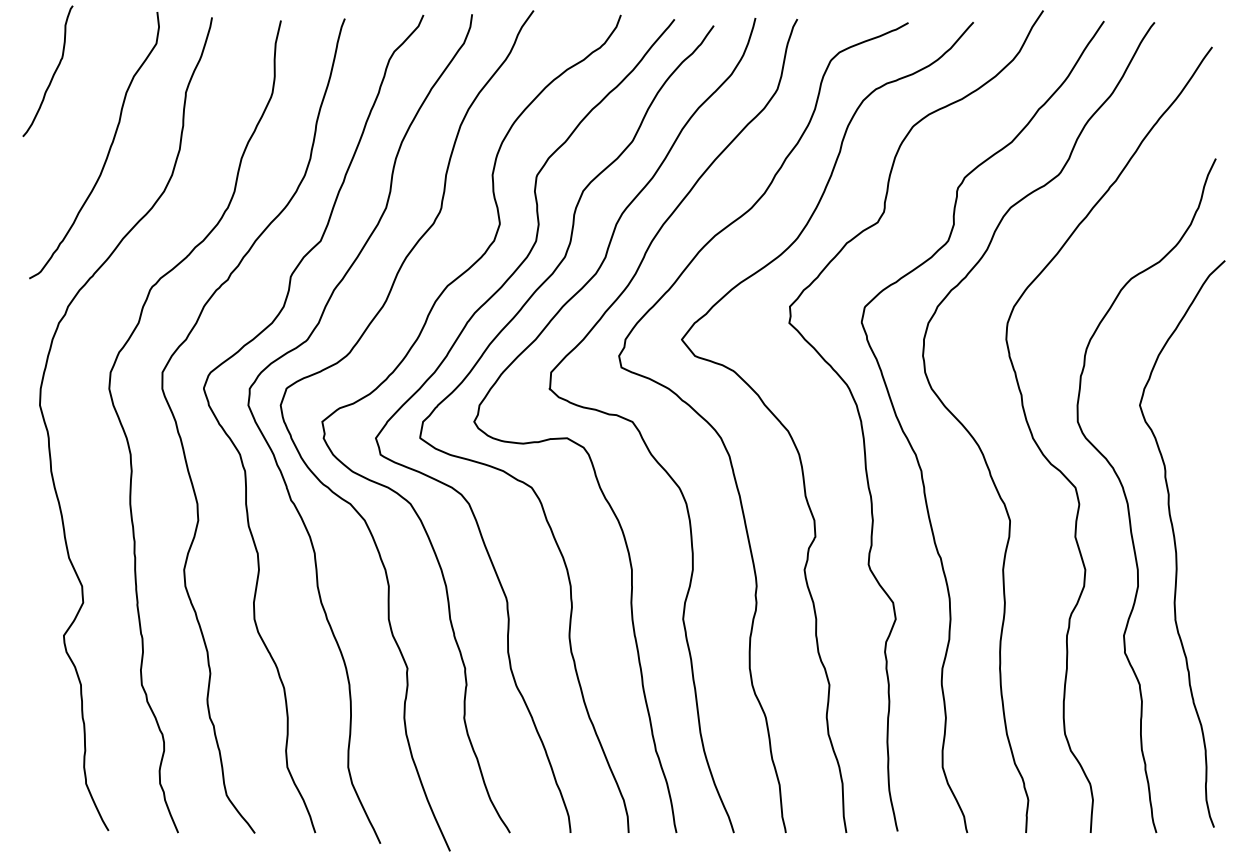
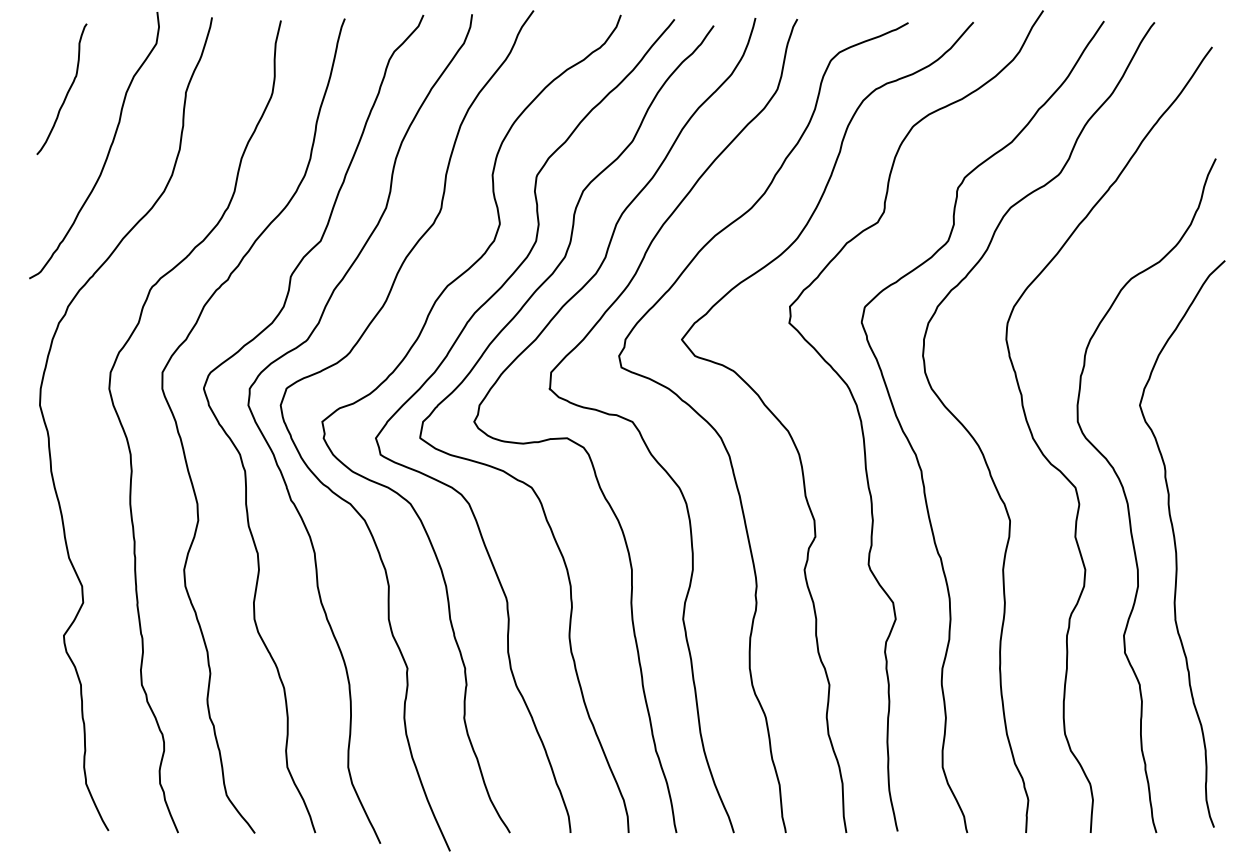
curve at (53, 73) position: (53, 73) -> (67, 91)
